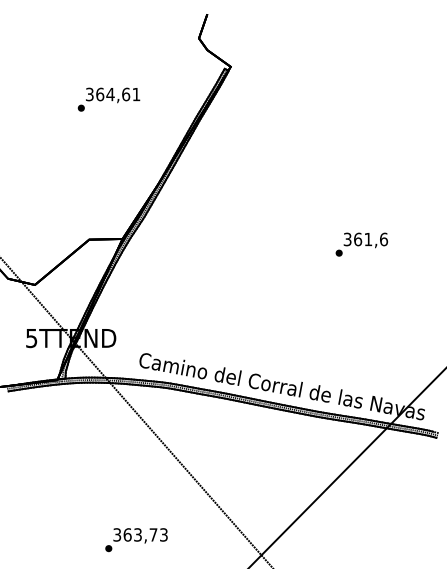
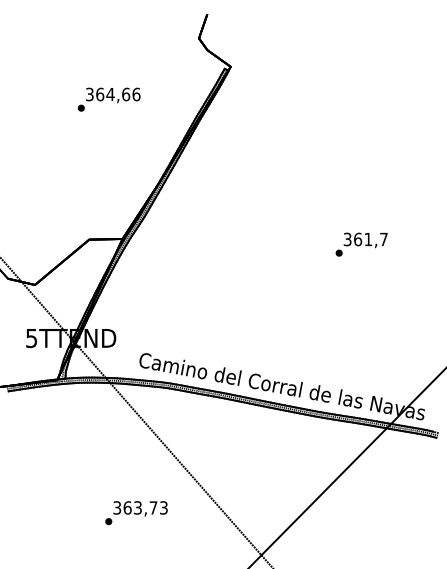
text at (136, 94): 364,61 -> 364,66
text at (384, 239): 361,6 -> 361,7
text at (136, 540) position: (136, 540) -> (136, 513)
